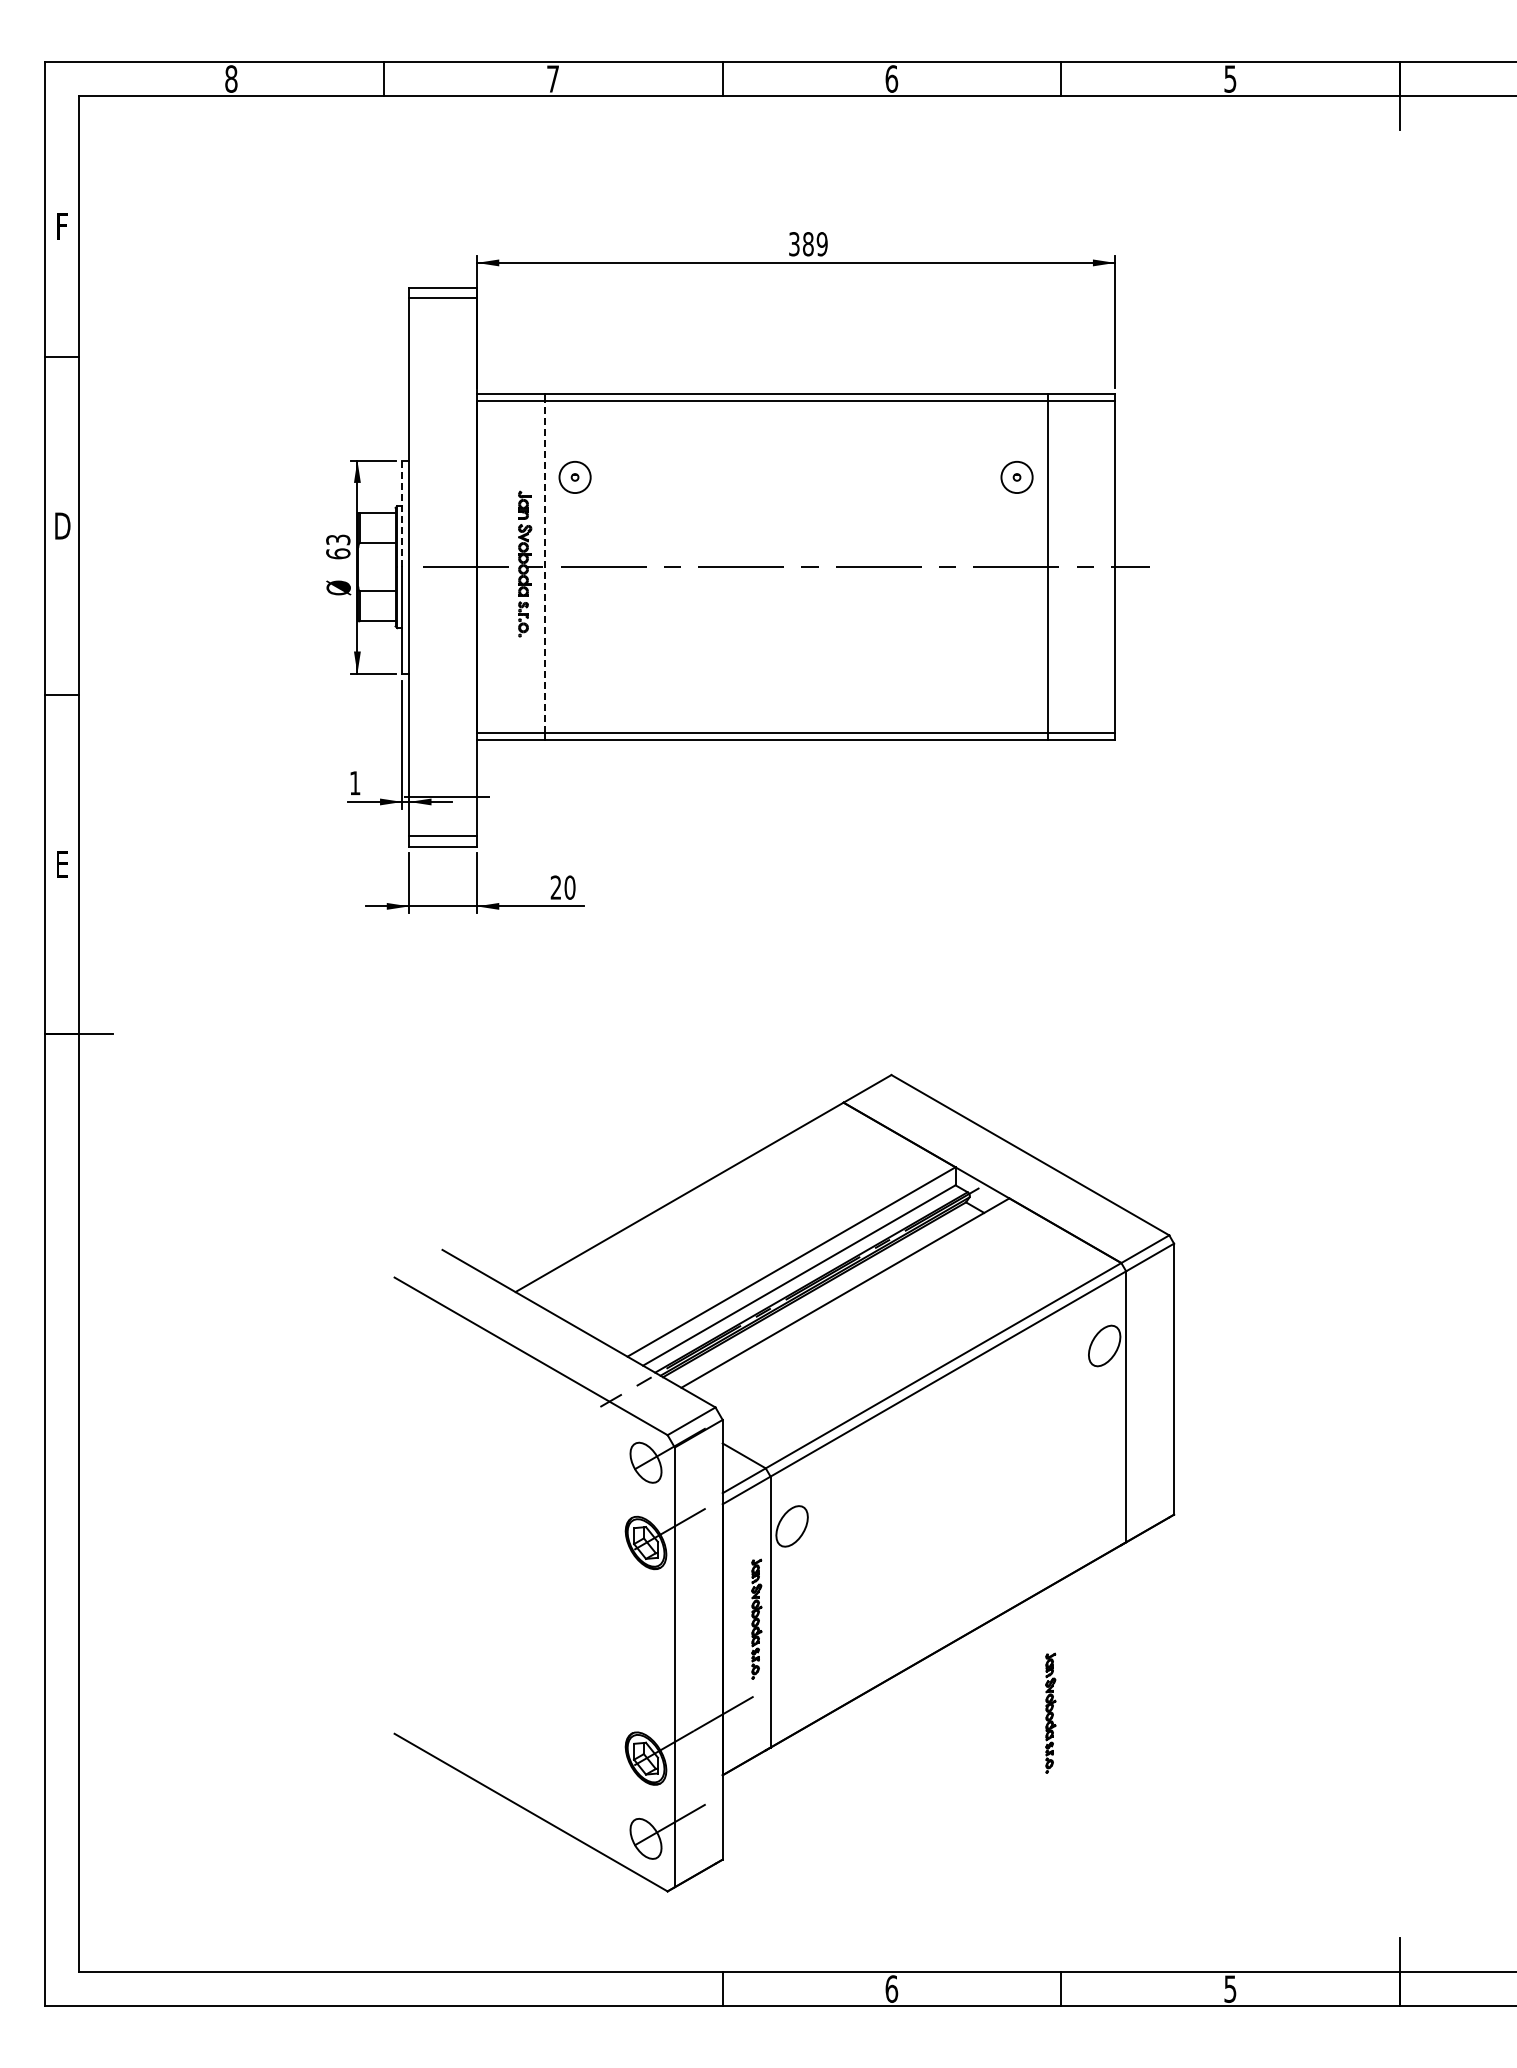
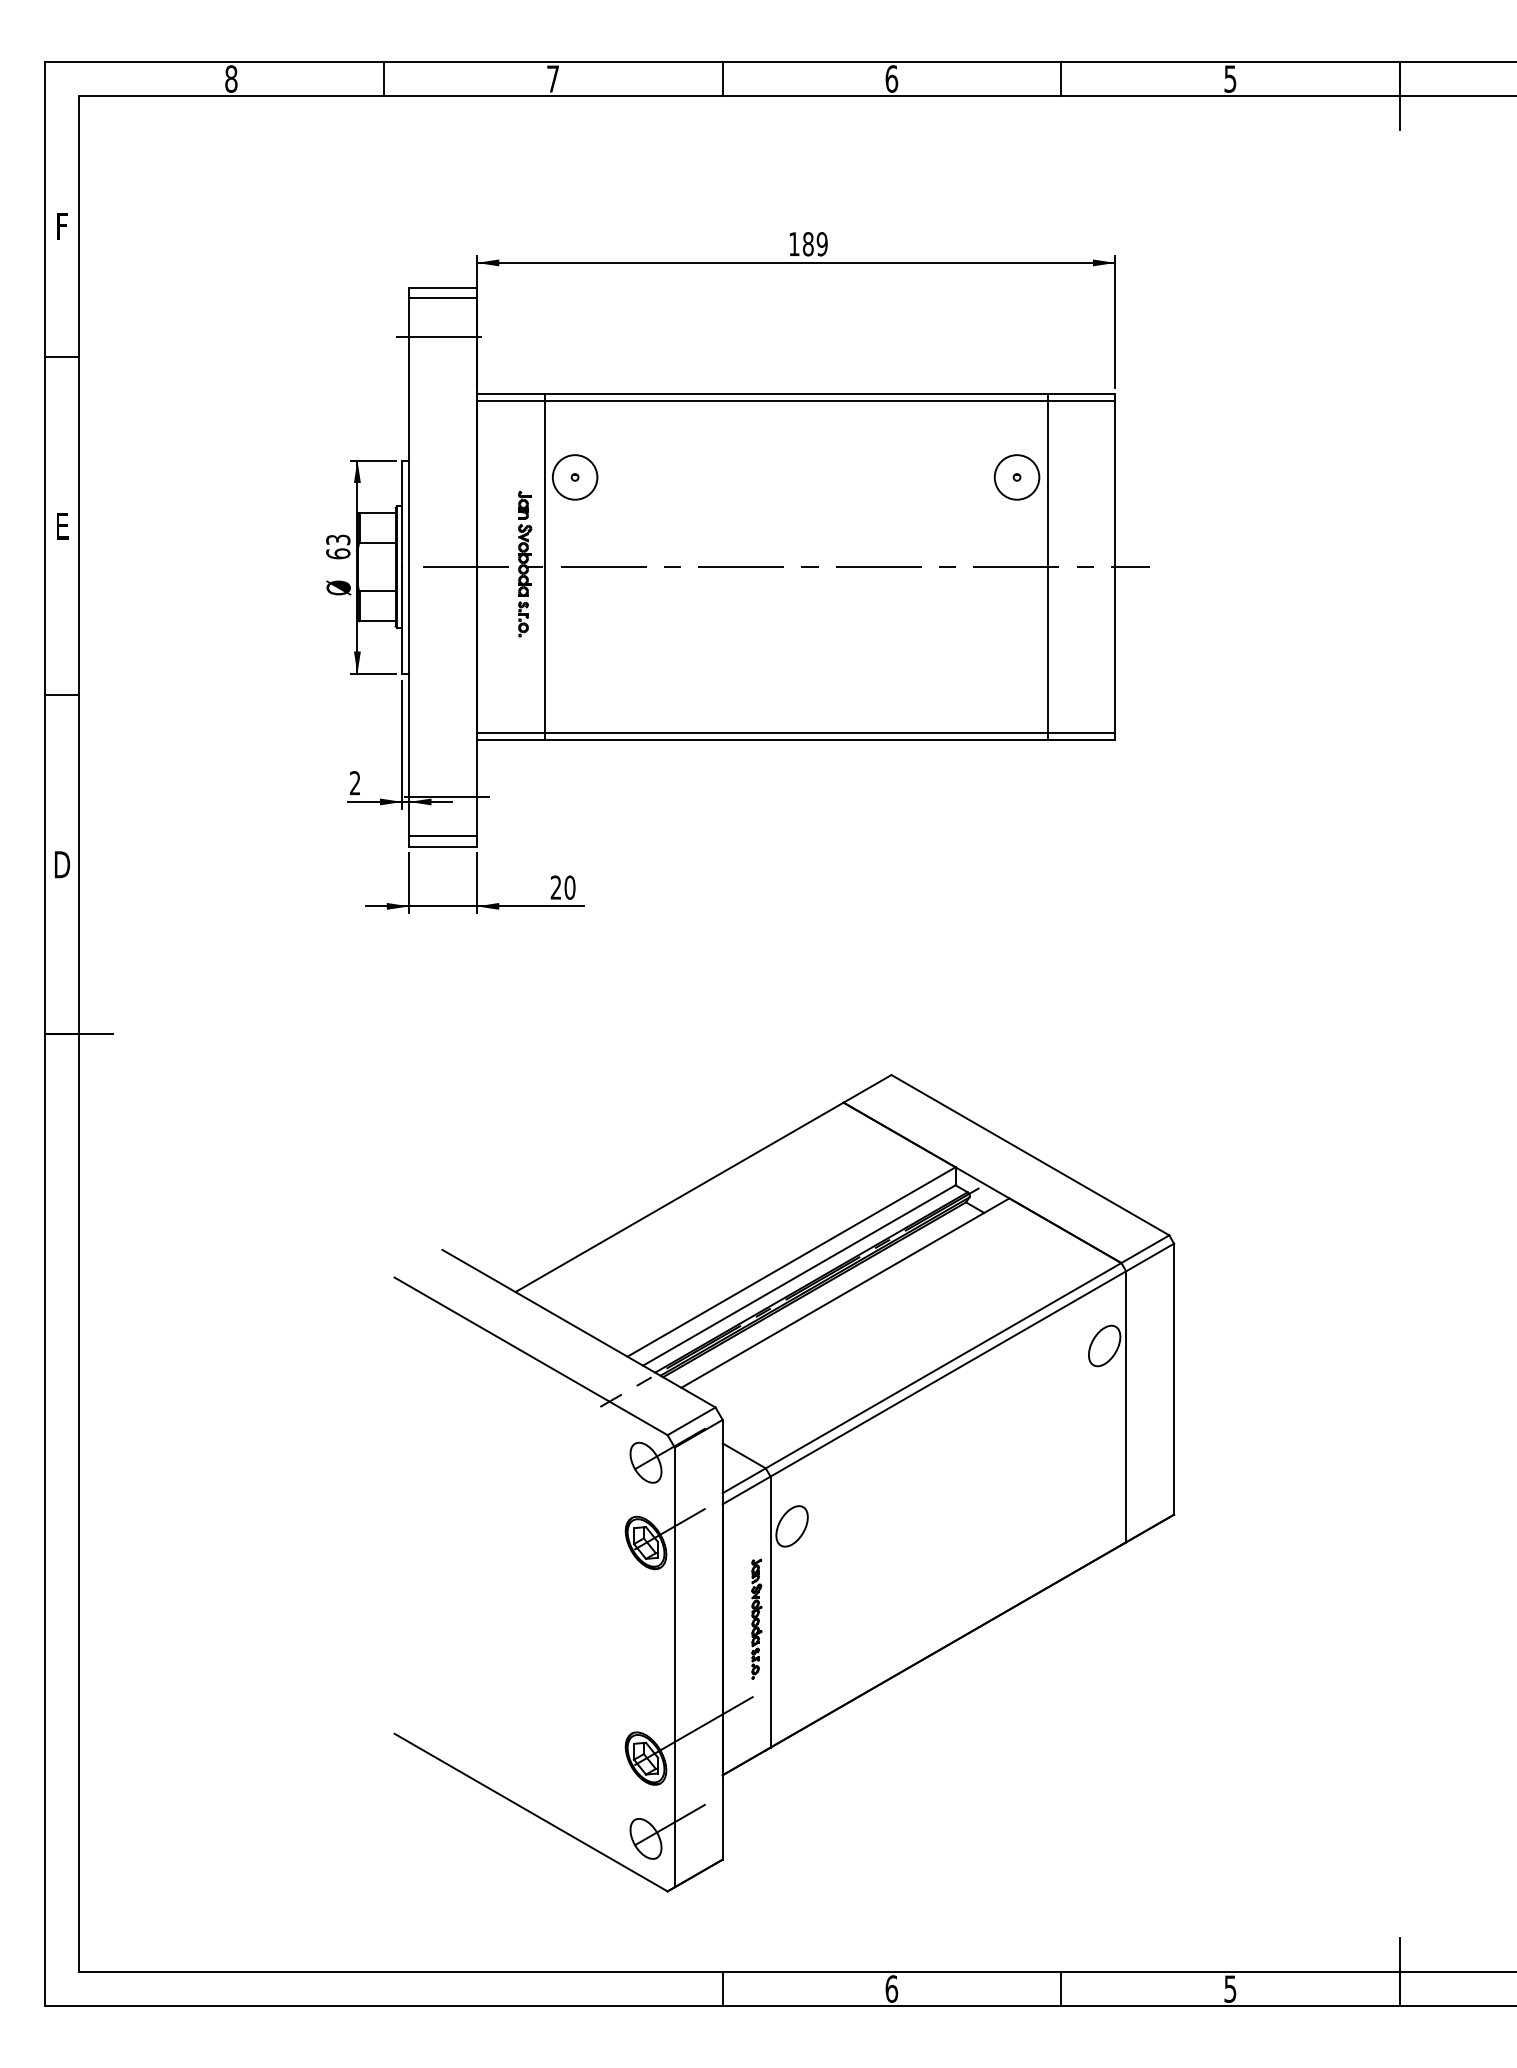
text at (794, 244): 389 -> 189
line at (442, 336): none -> present
circle at (574, 477) diameter: 31 px -> 45 px
circle at (1016, 477) diameter: 31 px -> 45 px
line at (402, 513): dashed -> solid
text at (62, 525): D -> E
line at (544, 567): dashed -> solid
text at (354, 783): 1 -> 2
text at (62, 864): E -> D
part at (1050, 1712): present -> none
